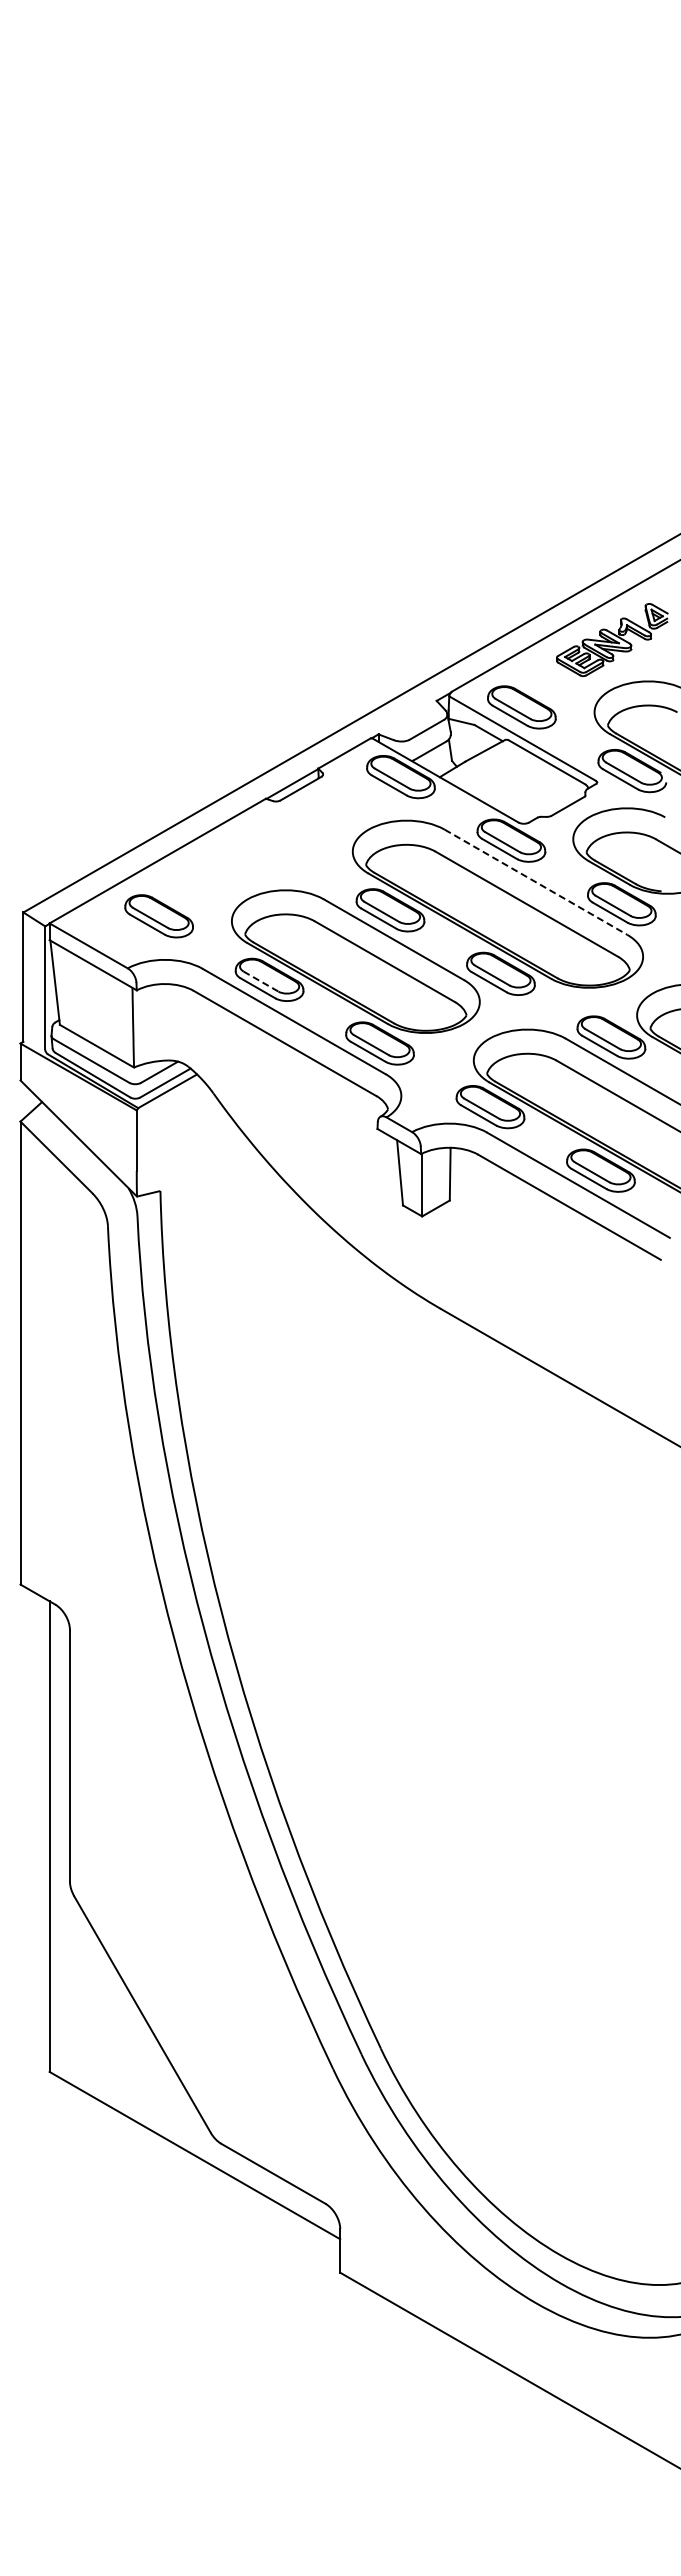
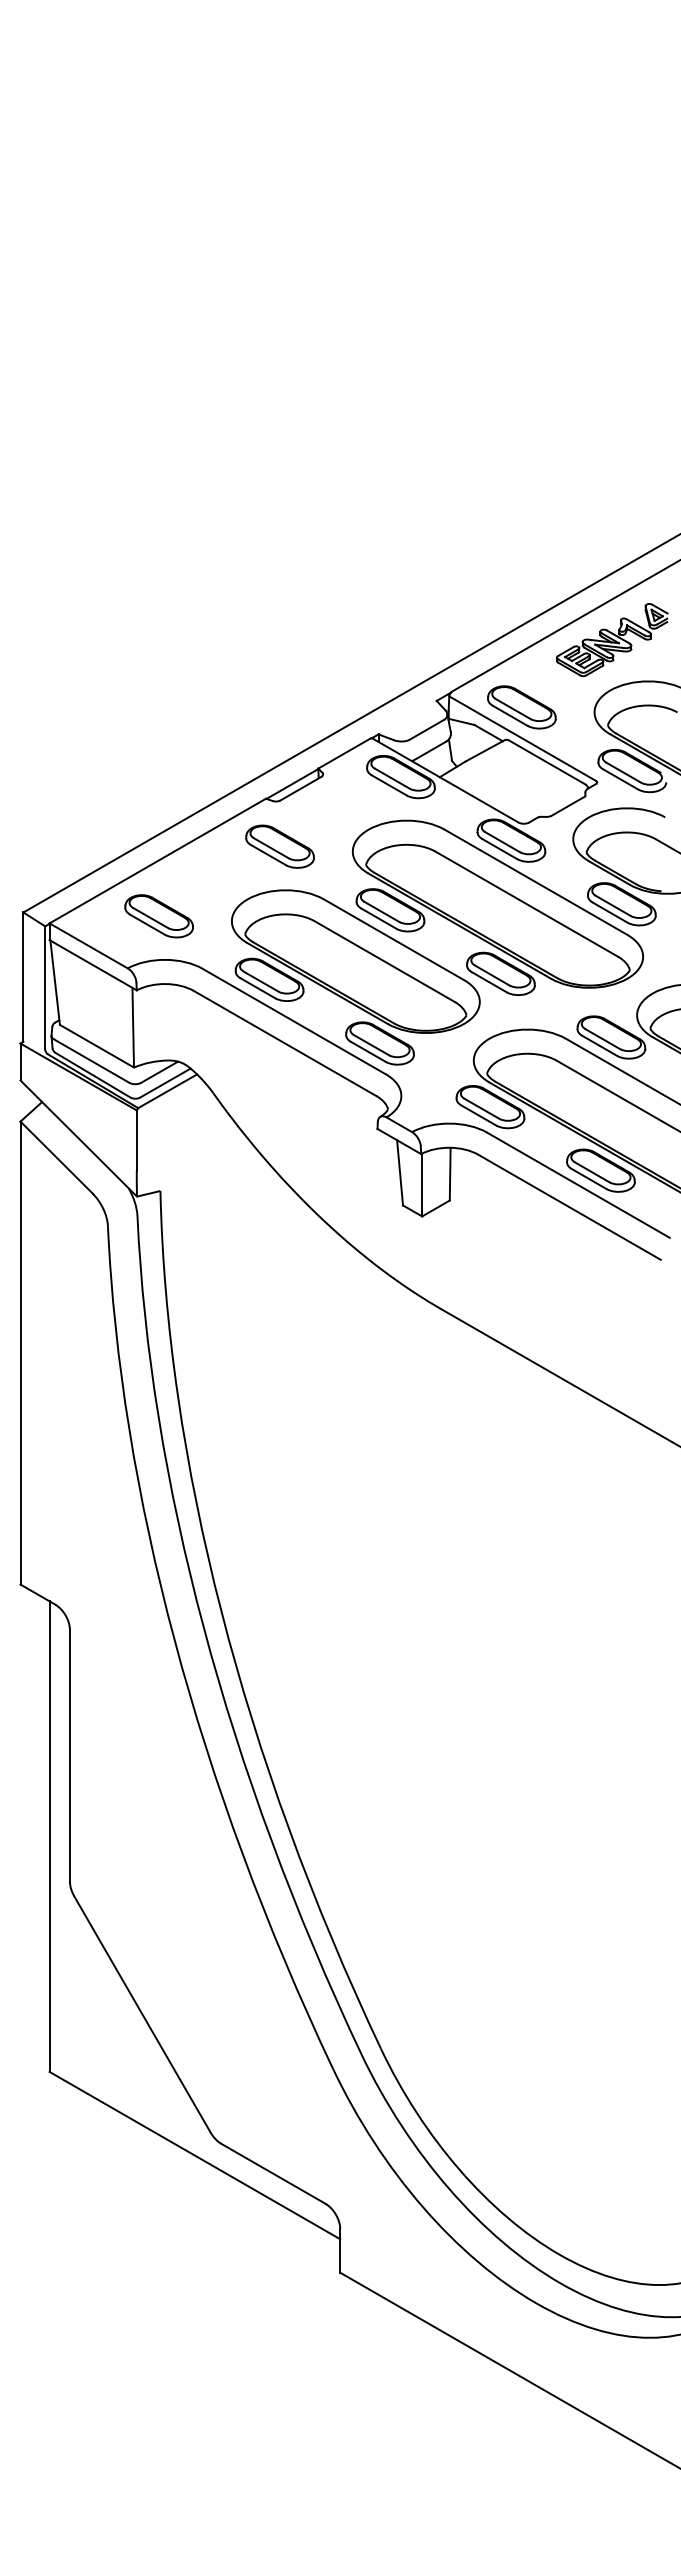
part at (279, 846): none -> present
line at (536, 882): dashed -> solid
line at (261, 981): dashed -> solid
